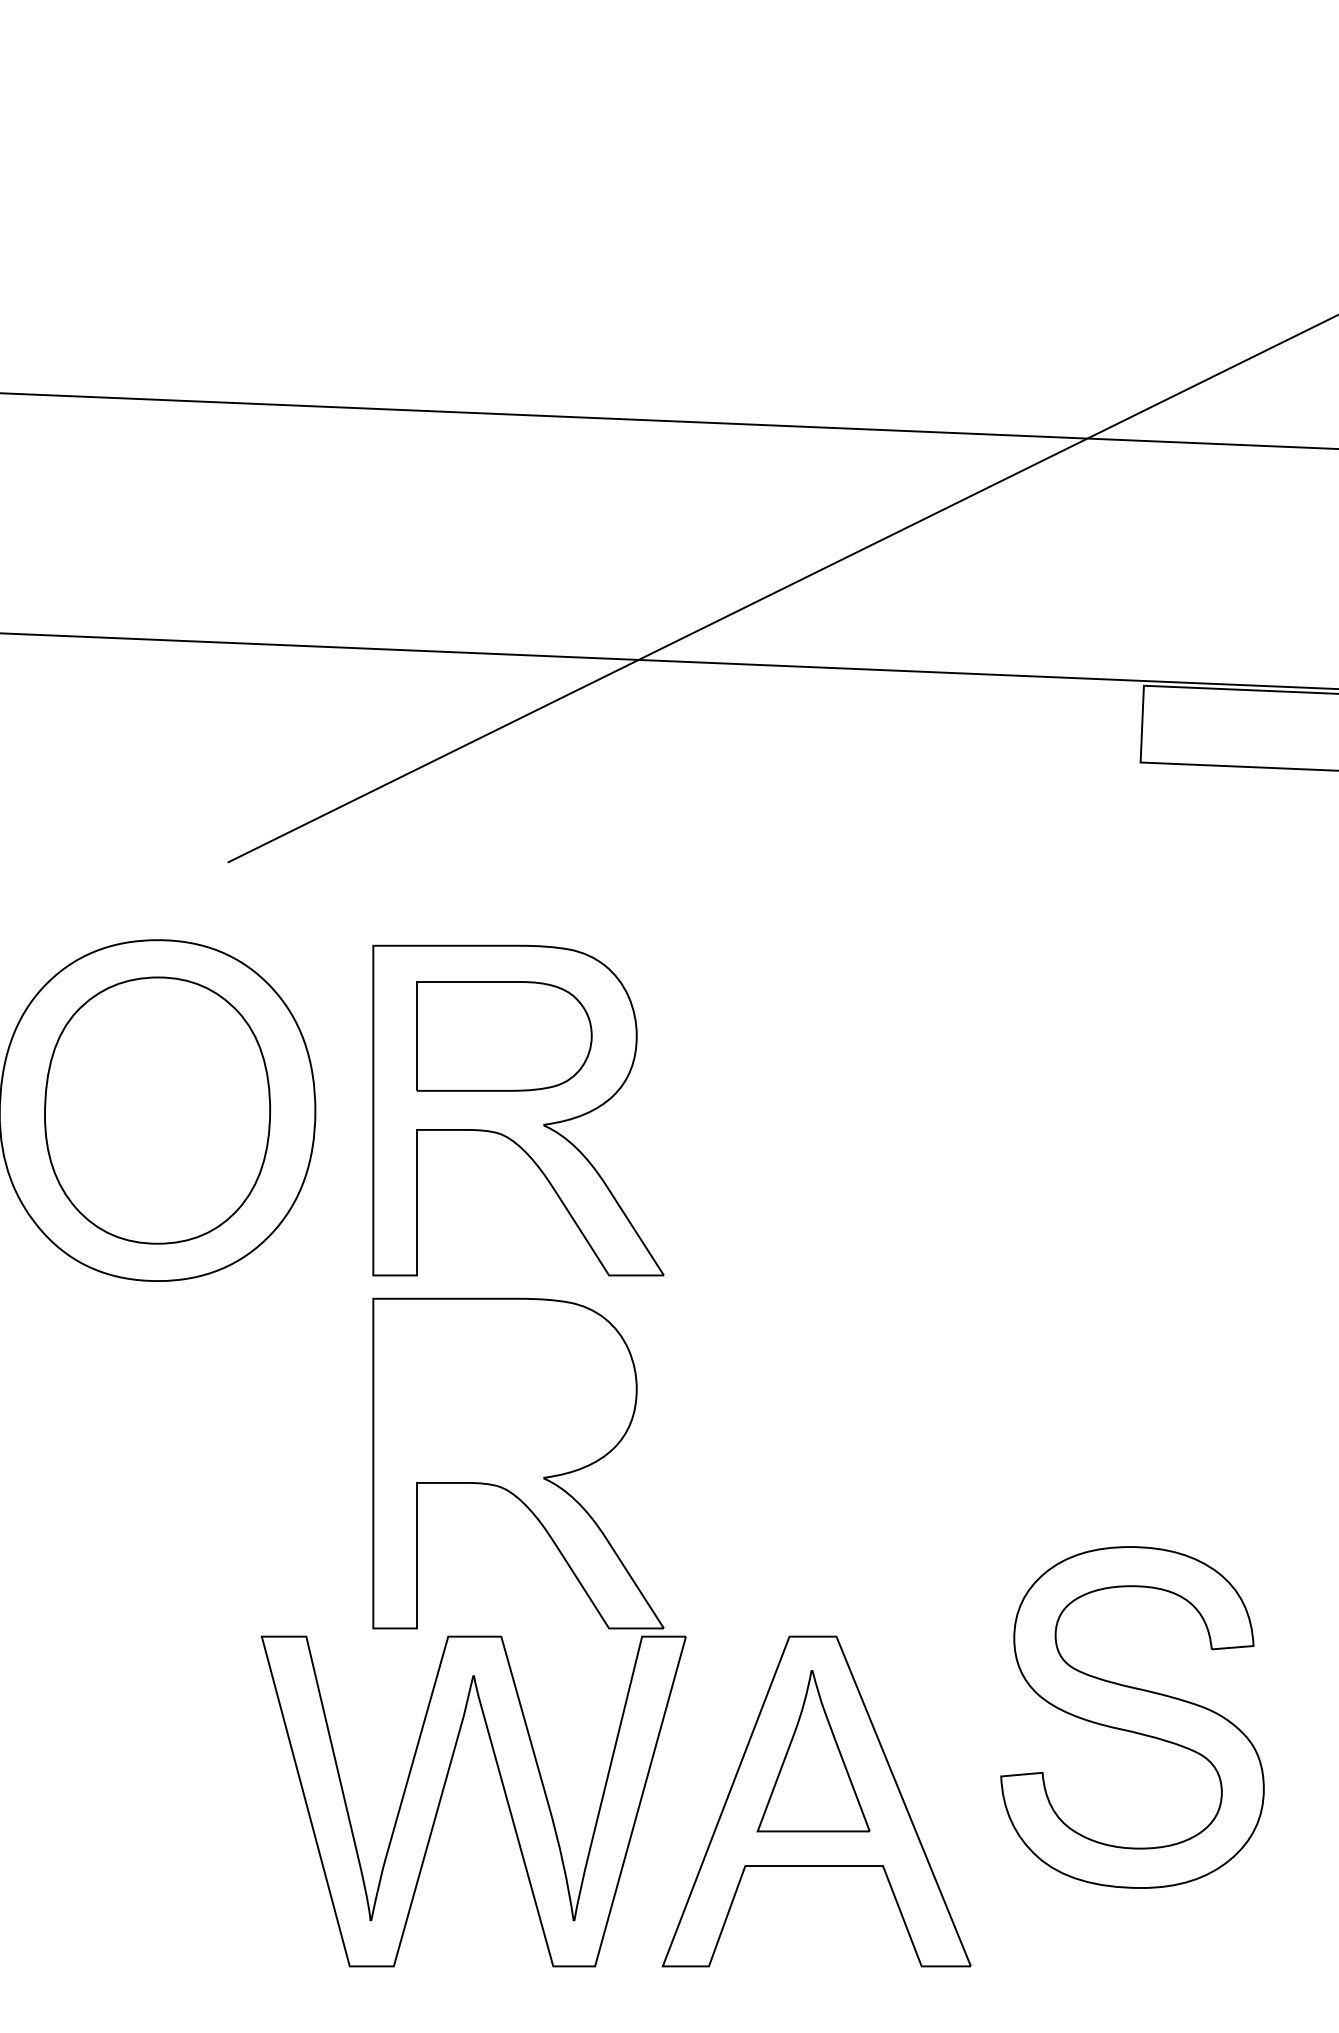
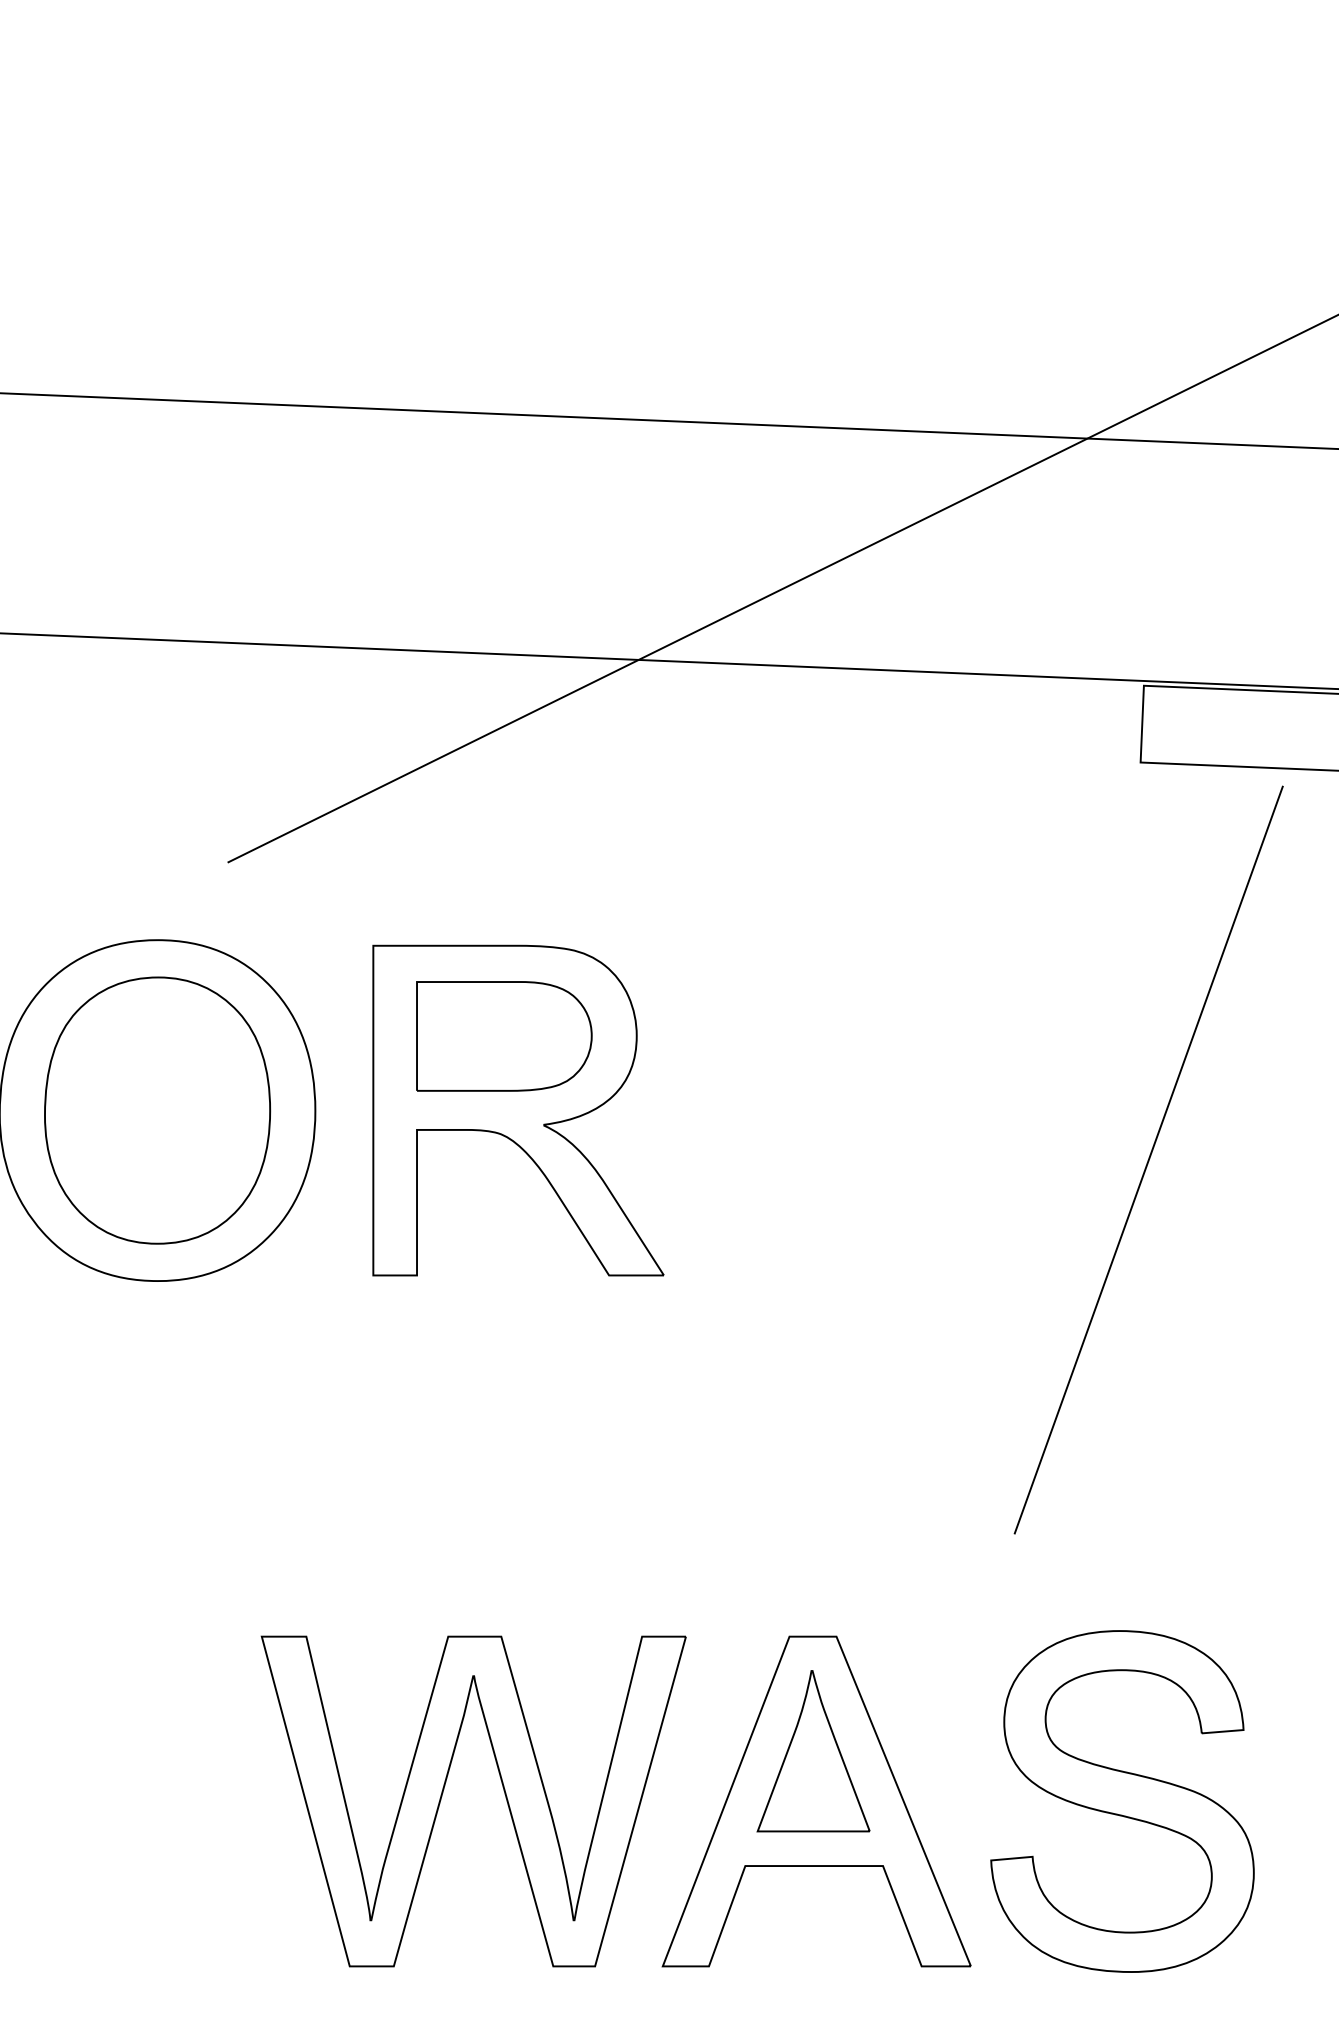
line at (1148, 1159): none -> present
part at (518, 1463): present -> none
part at (1132, 1717) position: (1132, 1717) -> (1122, 1801)
